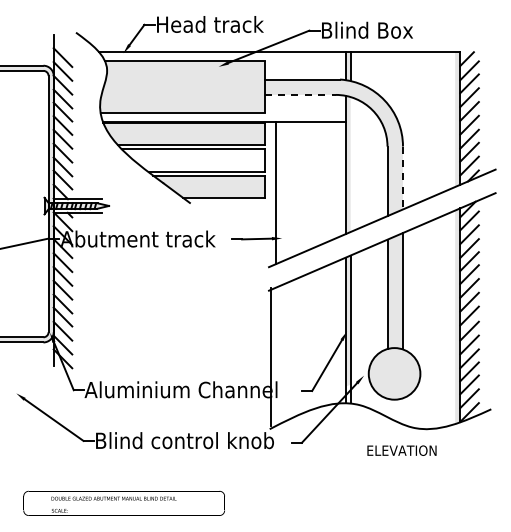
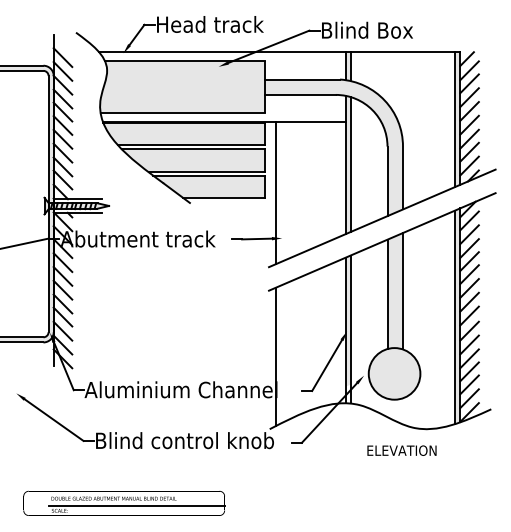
line at (300, 94): dashed -> solid
line at (455, 119): none -> present
fill at (192, 160): none -> present
line at (350, 164): none -> present
line at (403, 178): dashed -> solid
line at (455, 317): none -> present
line at (270, 356) position: (270, 356) -> (275, 356)
line at (136, 506): none -> present
